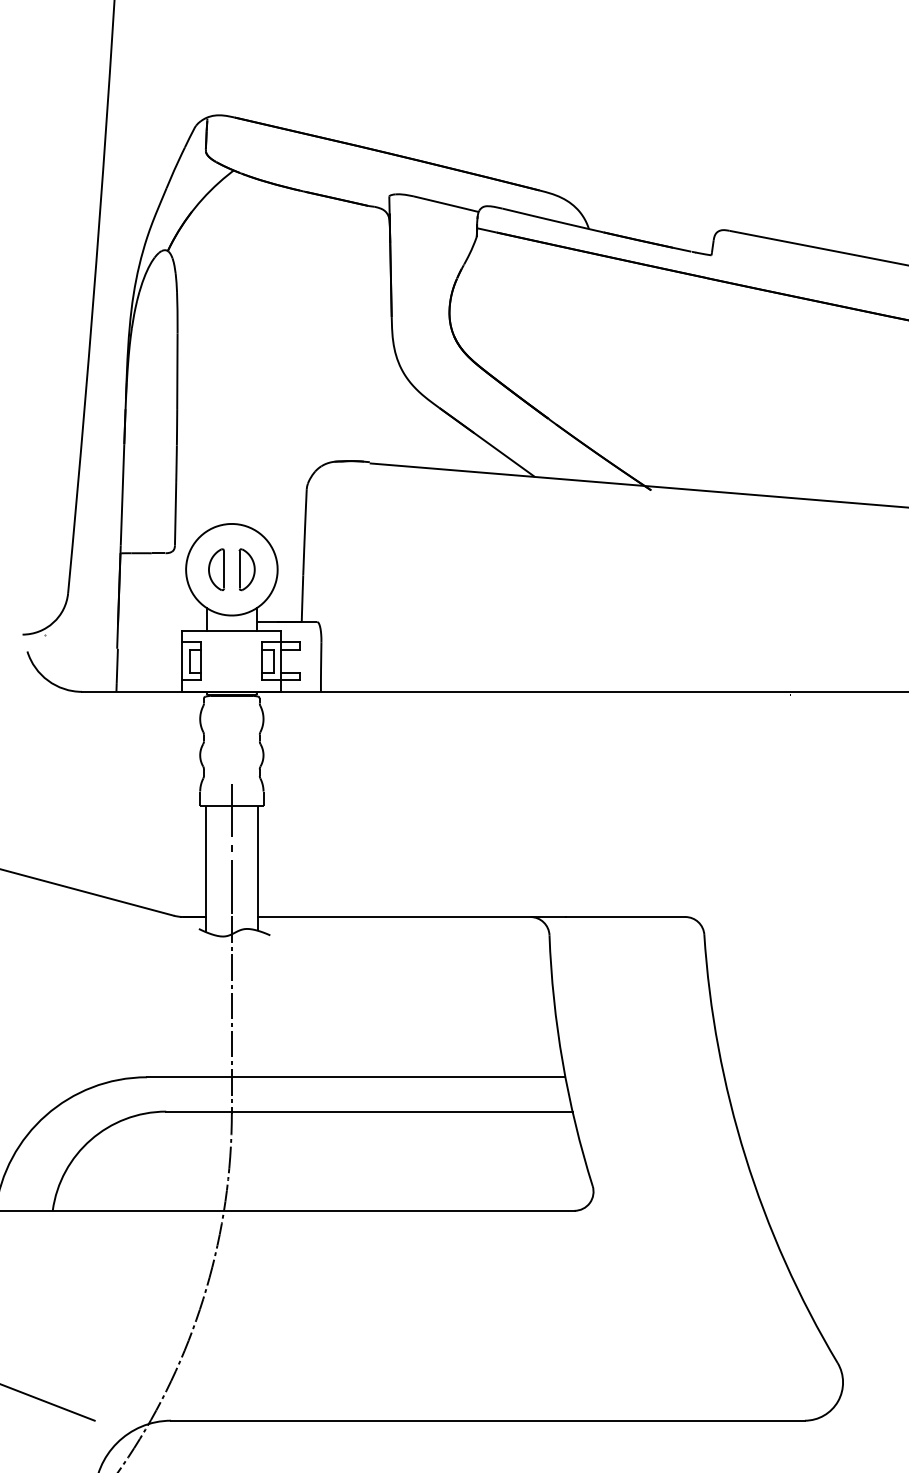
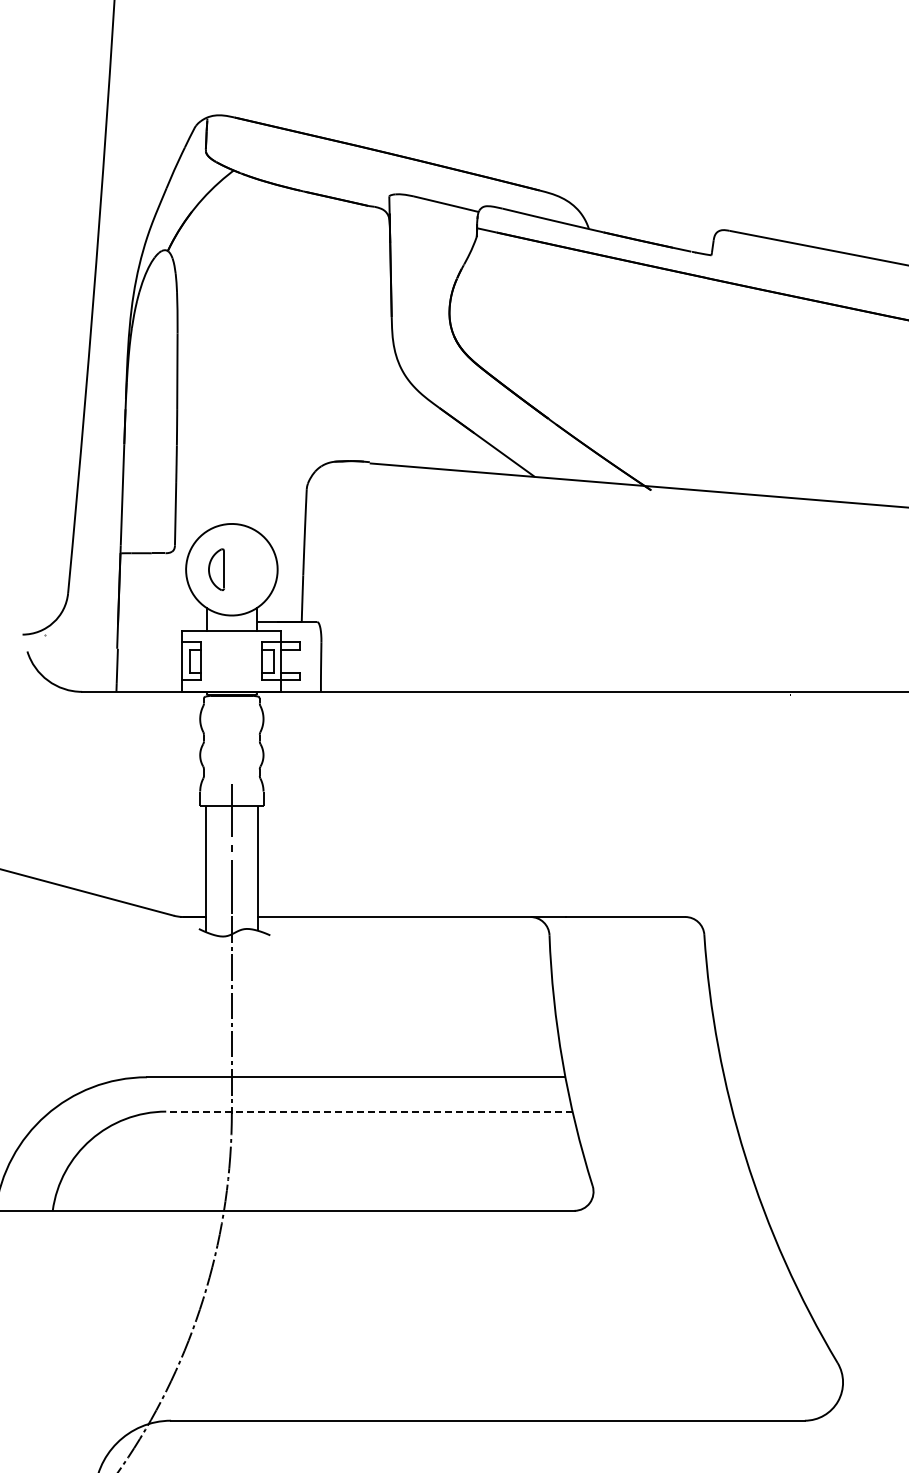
part at (246, 569): present -> none
line at (368, 1111): solid -> dashed
line at (48, 1402): present -> none
